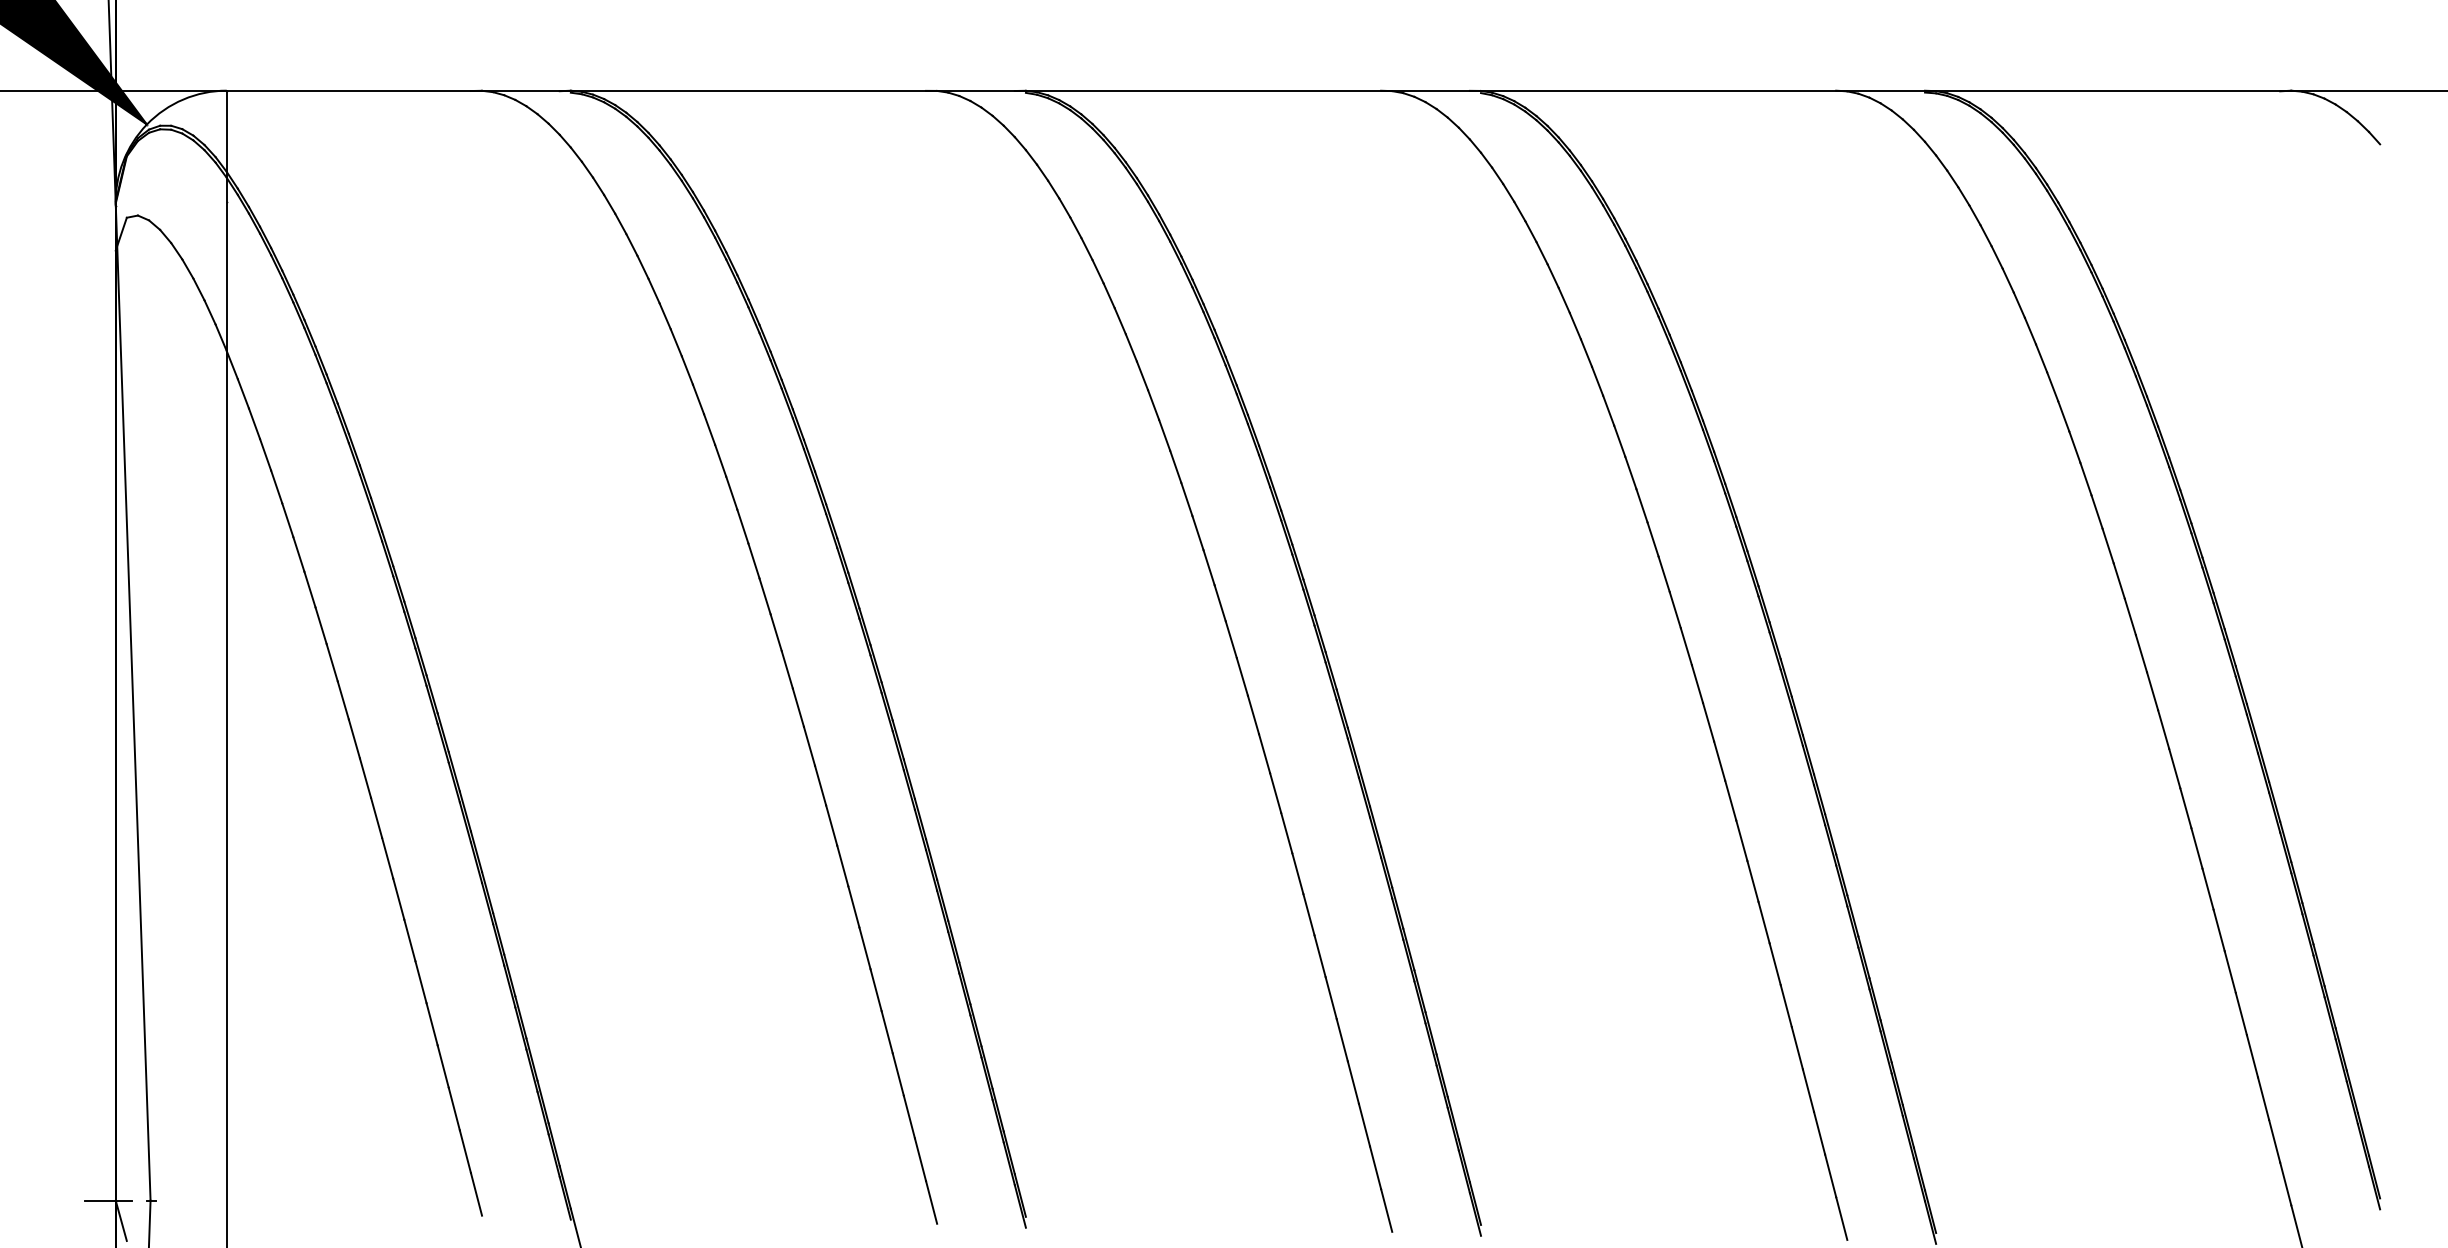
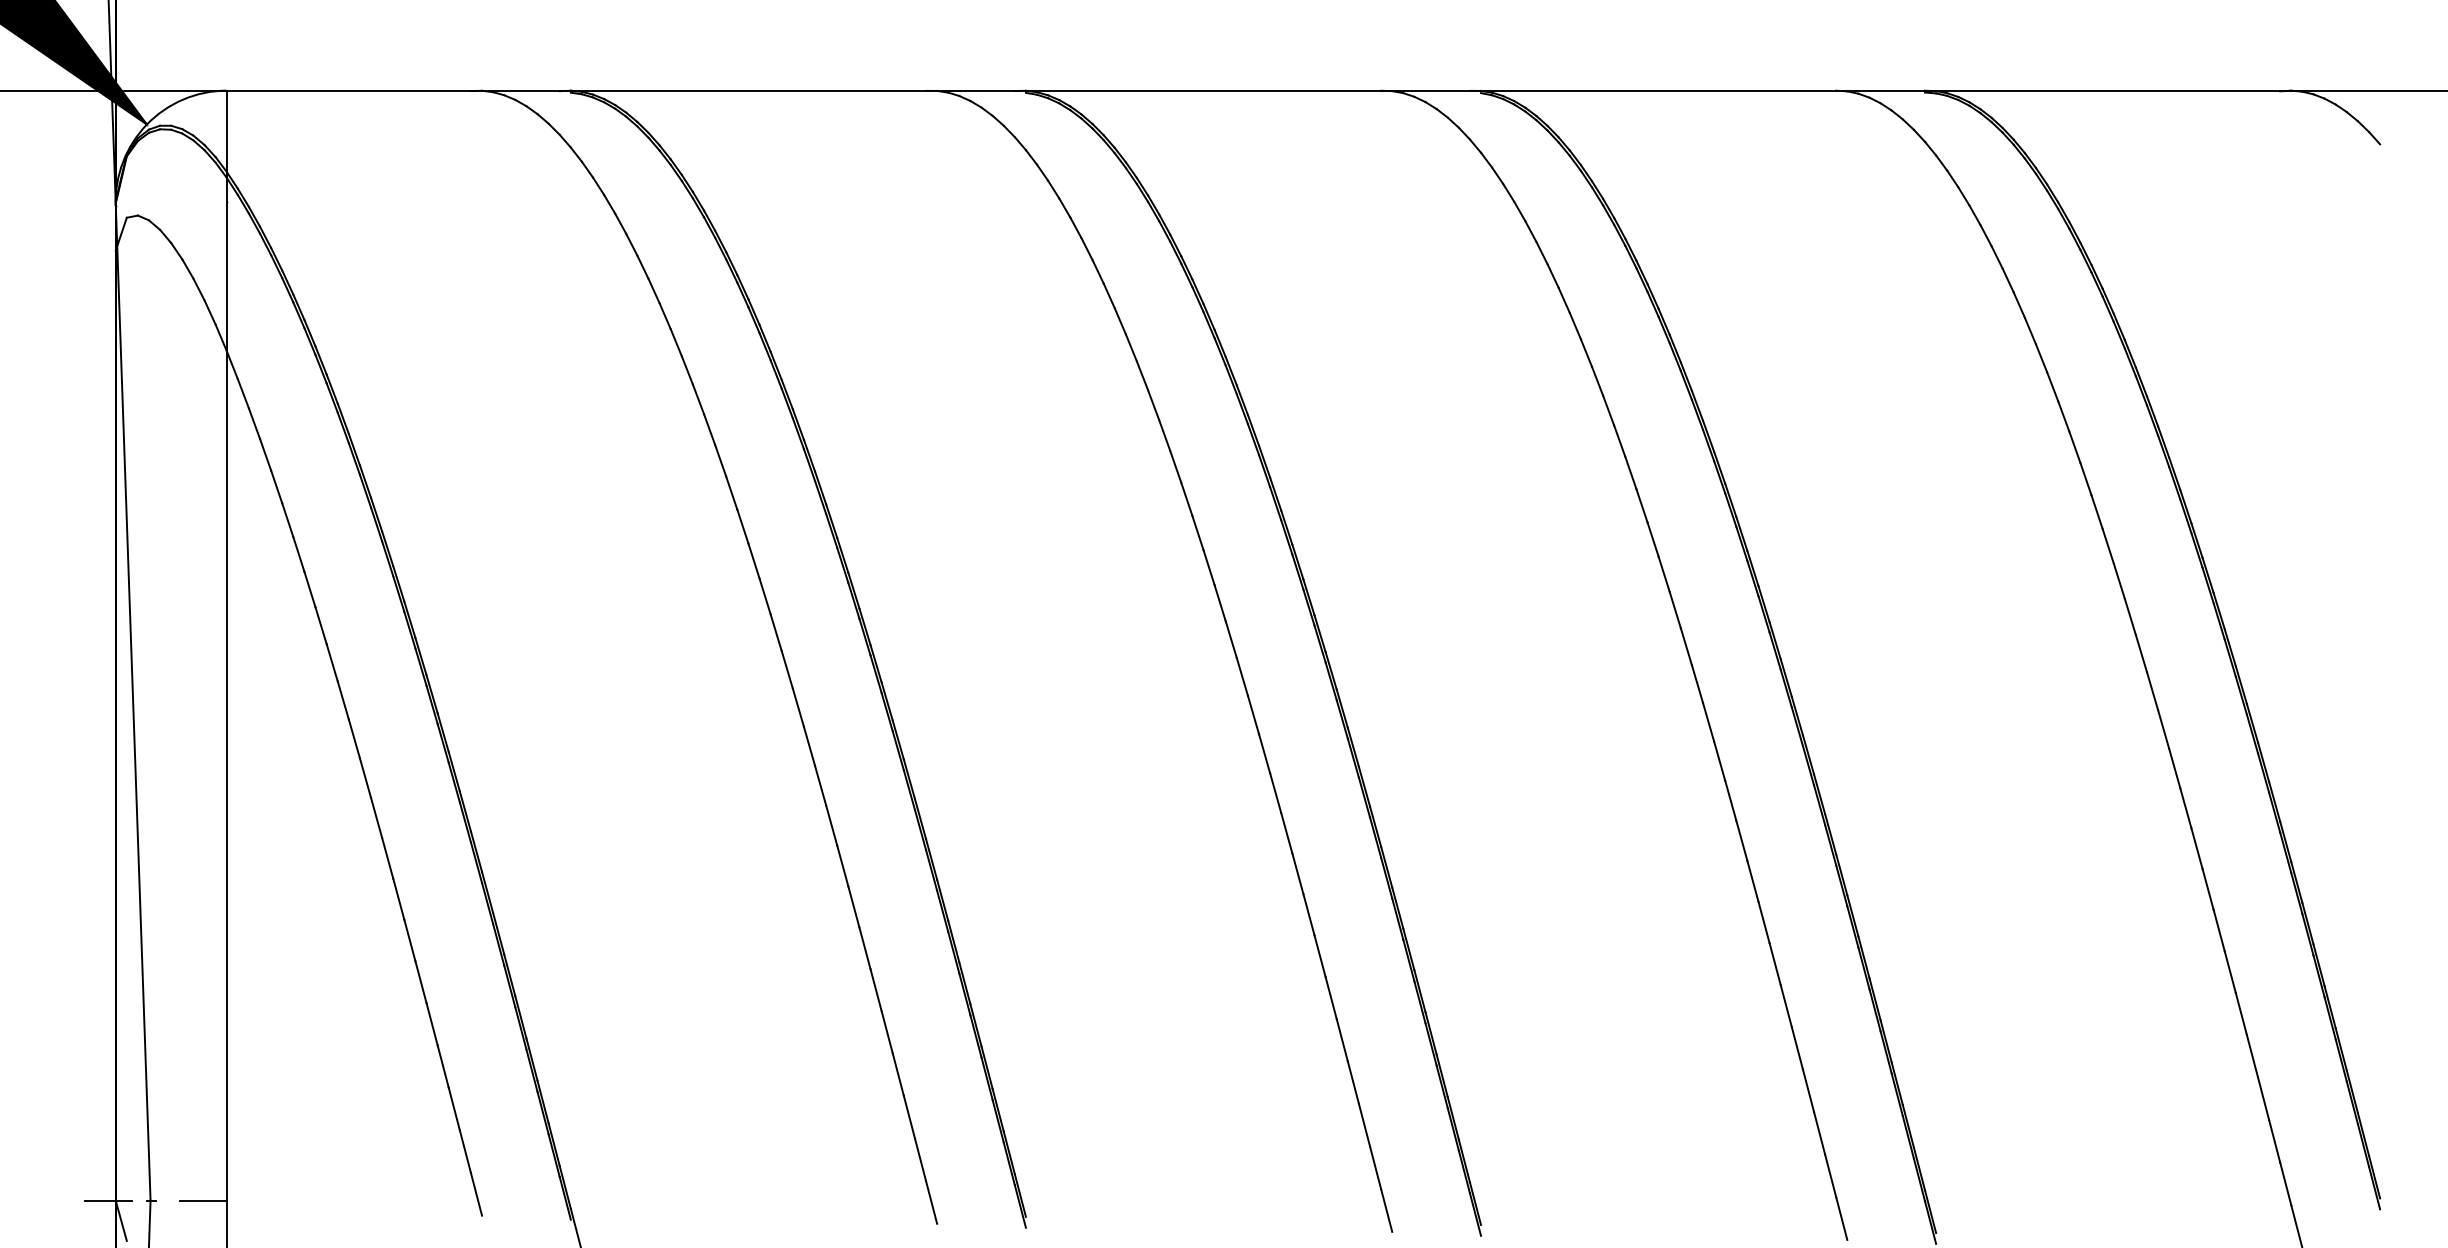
line at (202, 1200): none -> present
